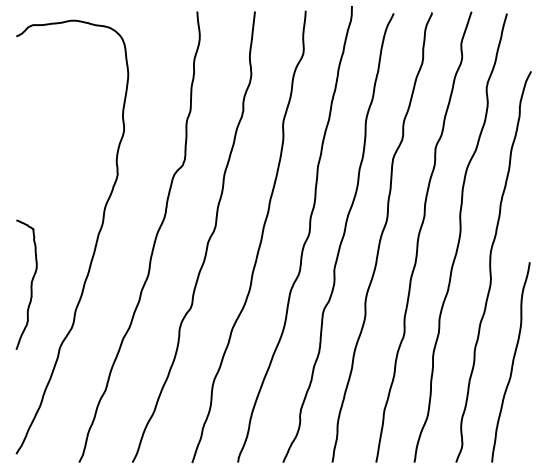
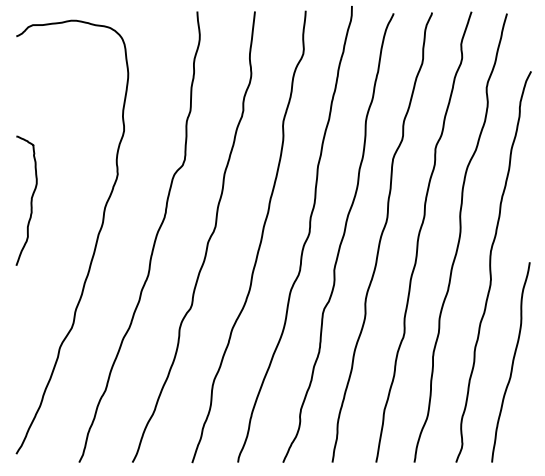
curve at (30, 284) position: (30, 284) -> (30, 200)
